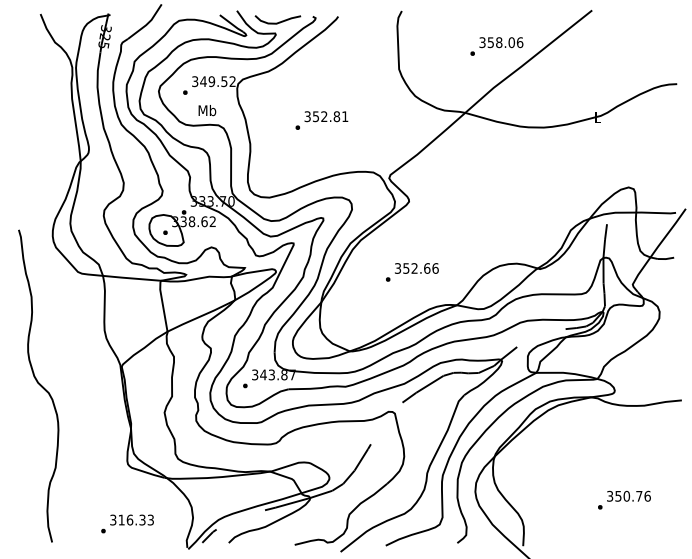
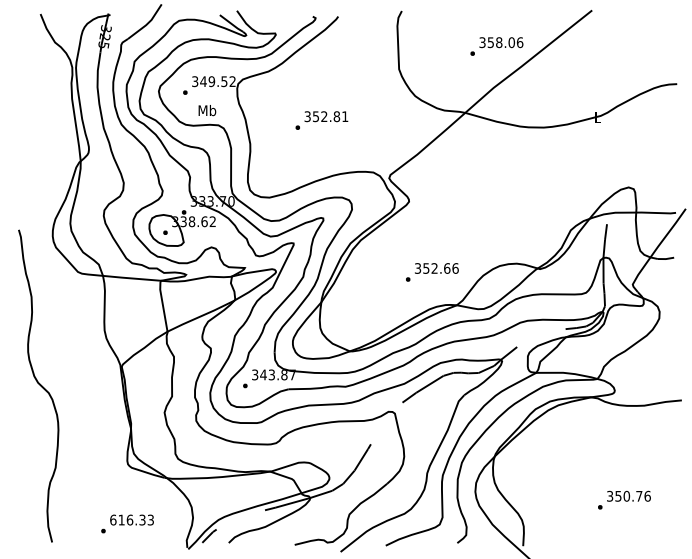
curve at (279, 21): present -> none
text at (412, 272) position: (412, 272) -> (432, 272)
text at (113, 519): 316.33 -> 616.33
